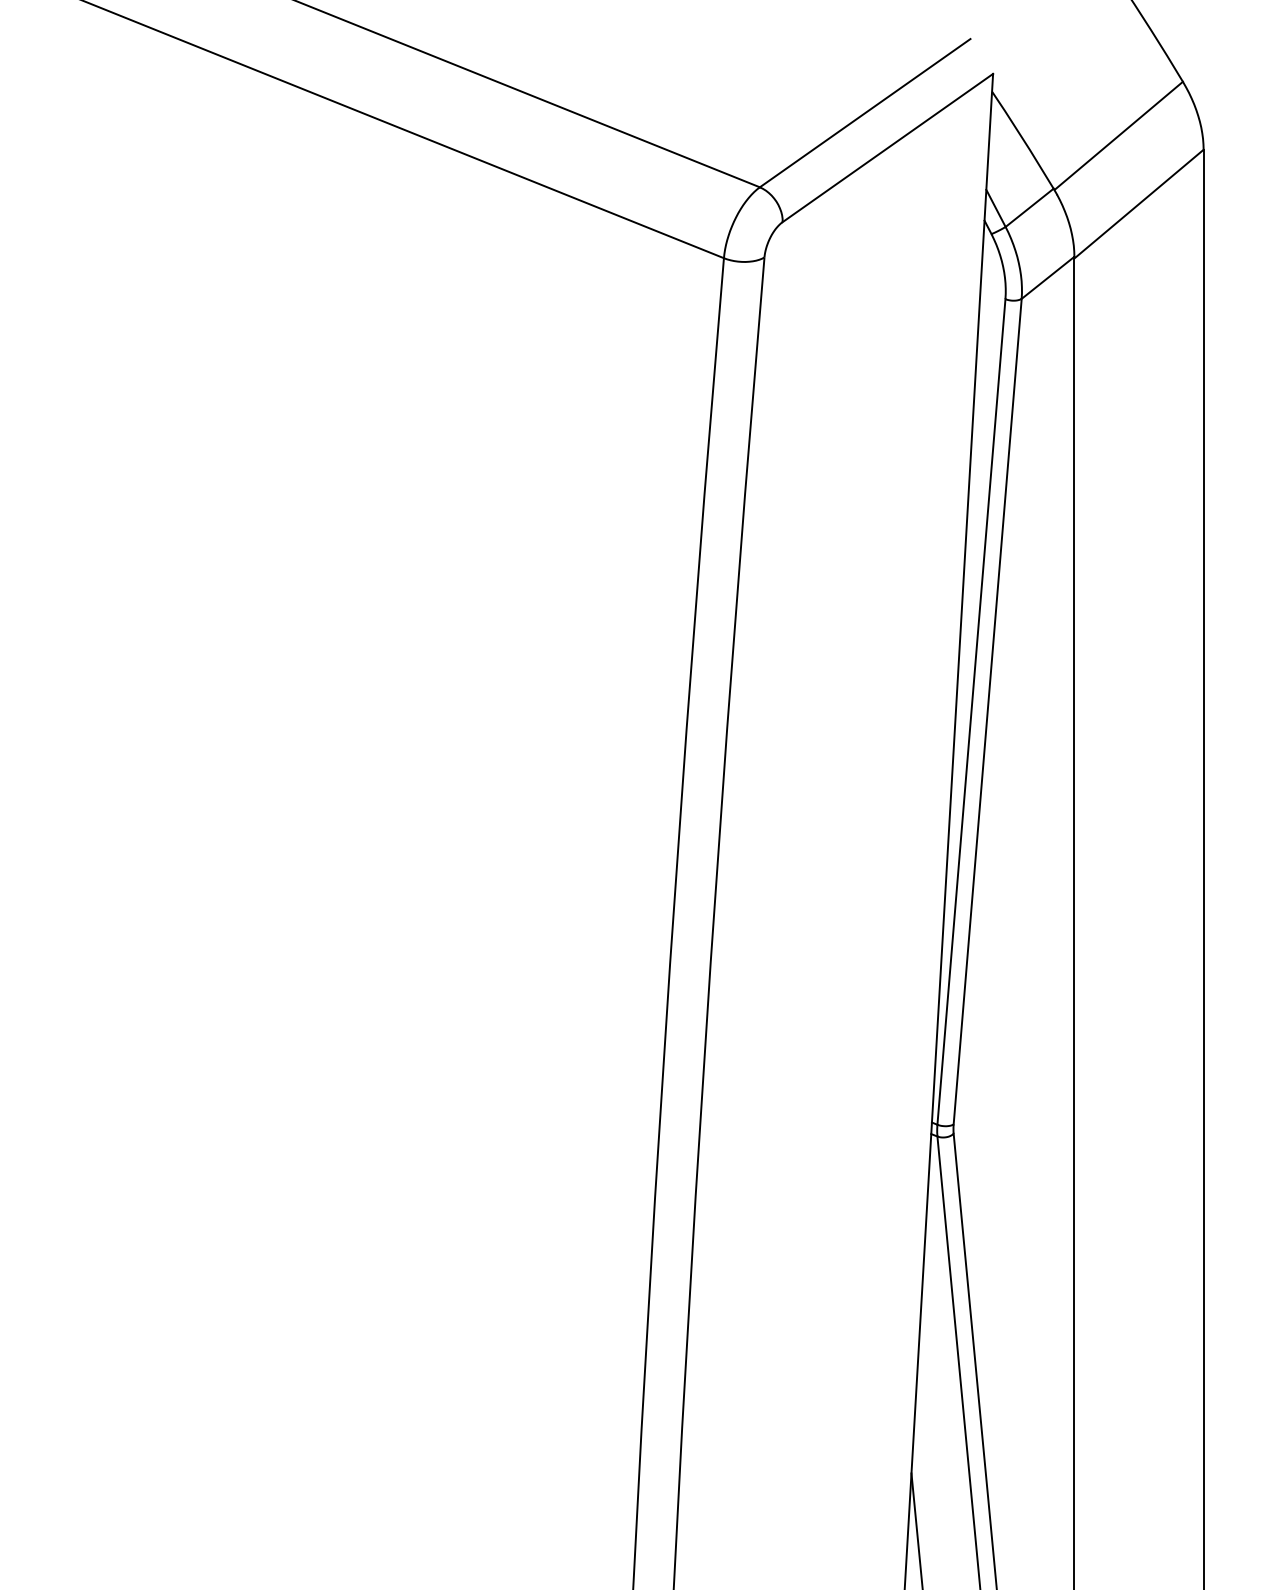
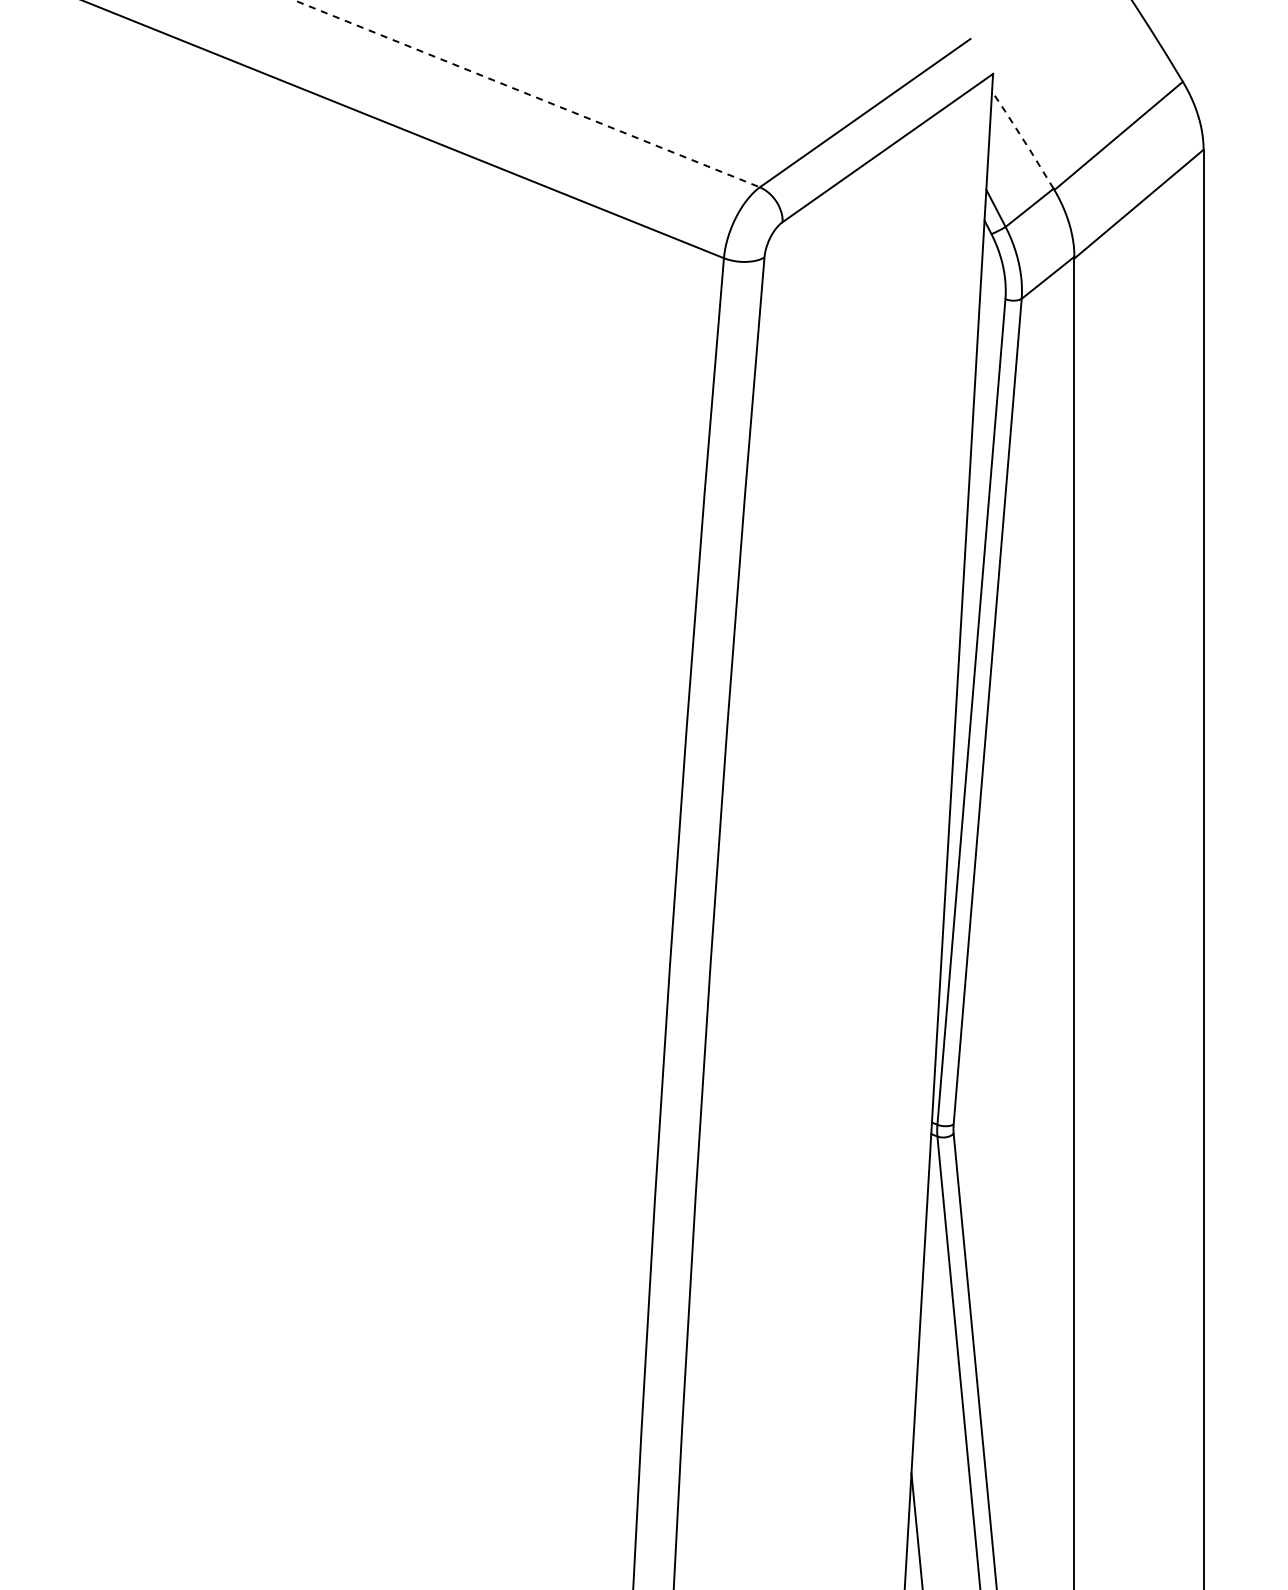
line at (527, 93): solid -> dashed
line at (1023, 139): solid -> dashed
